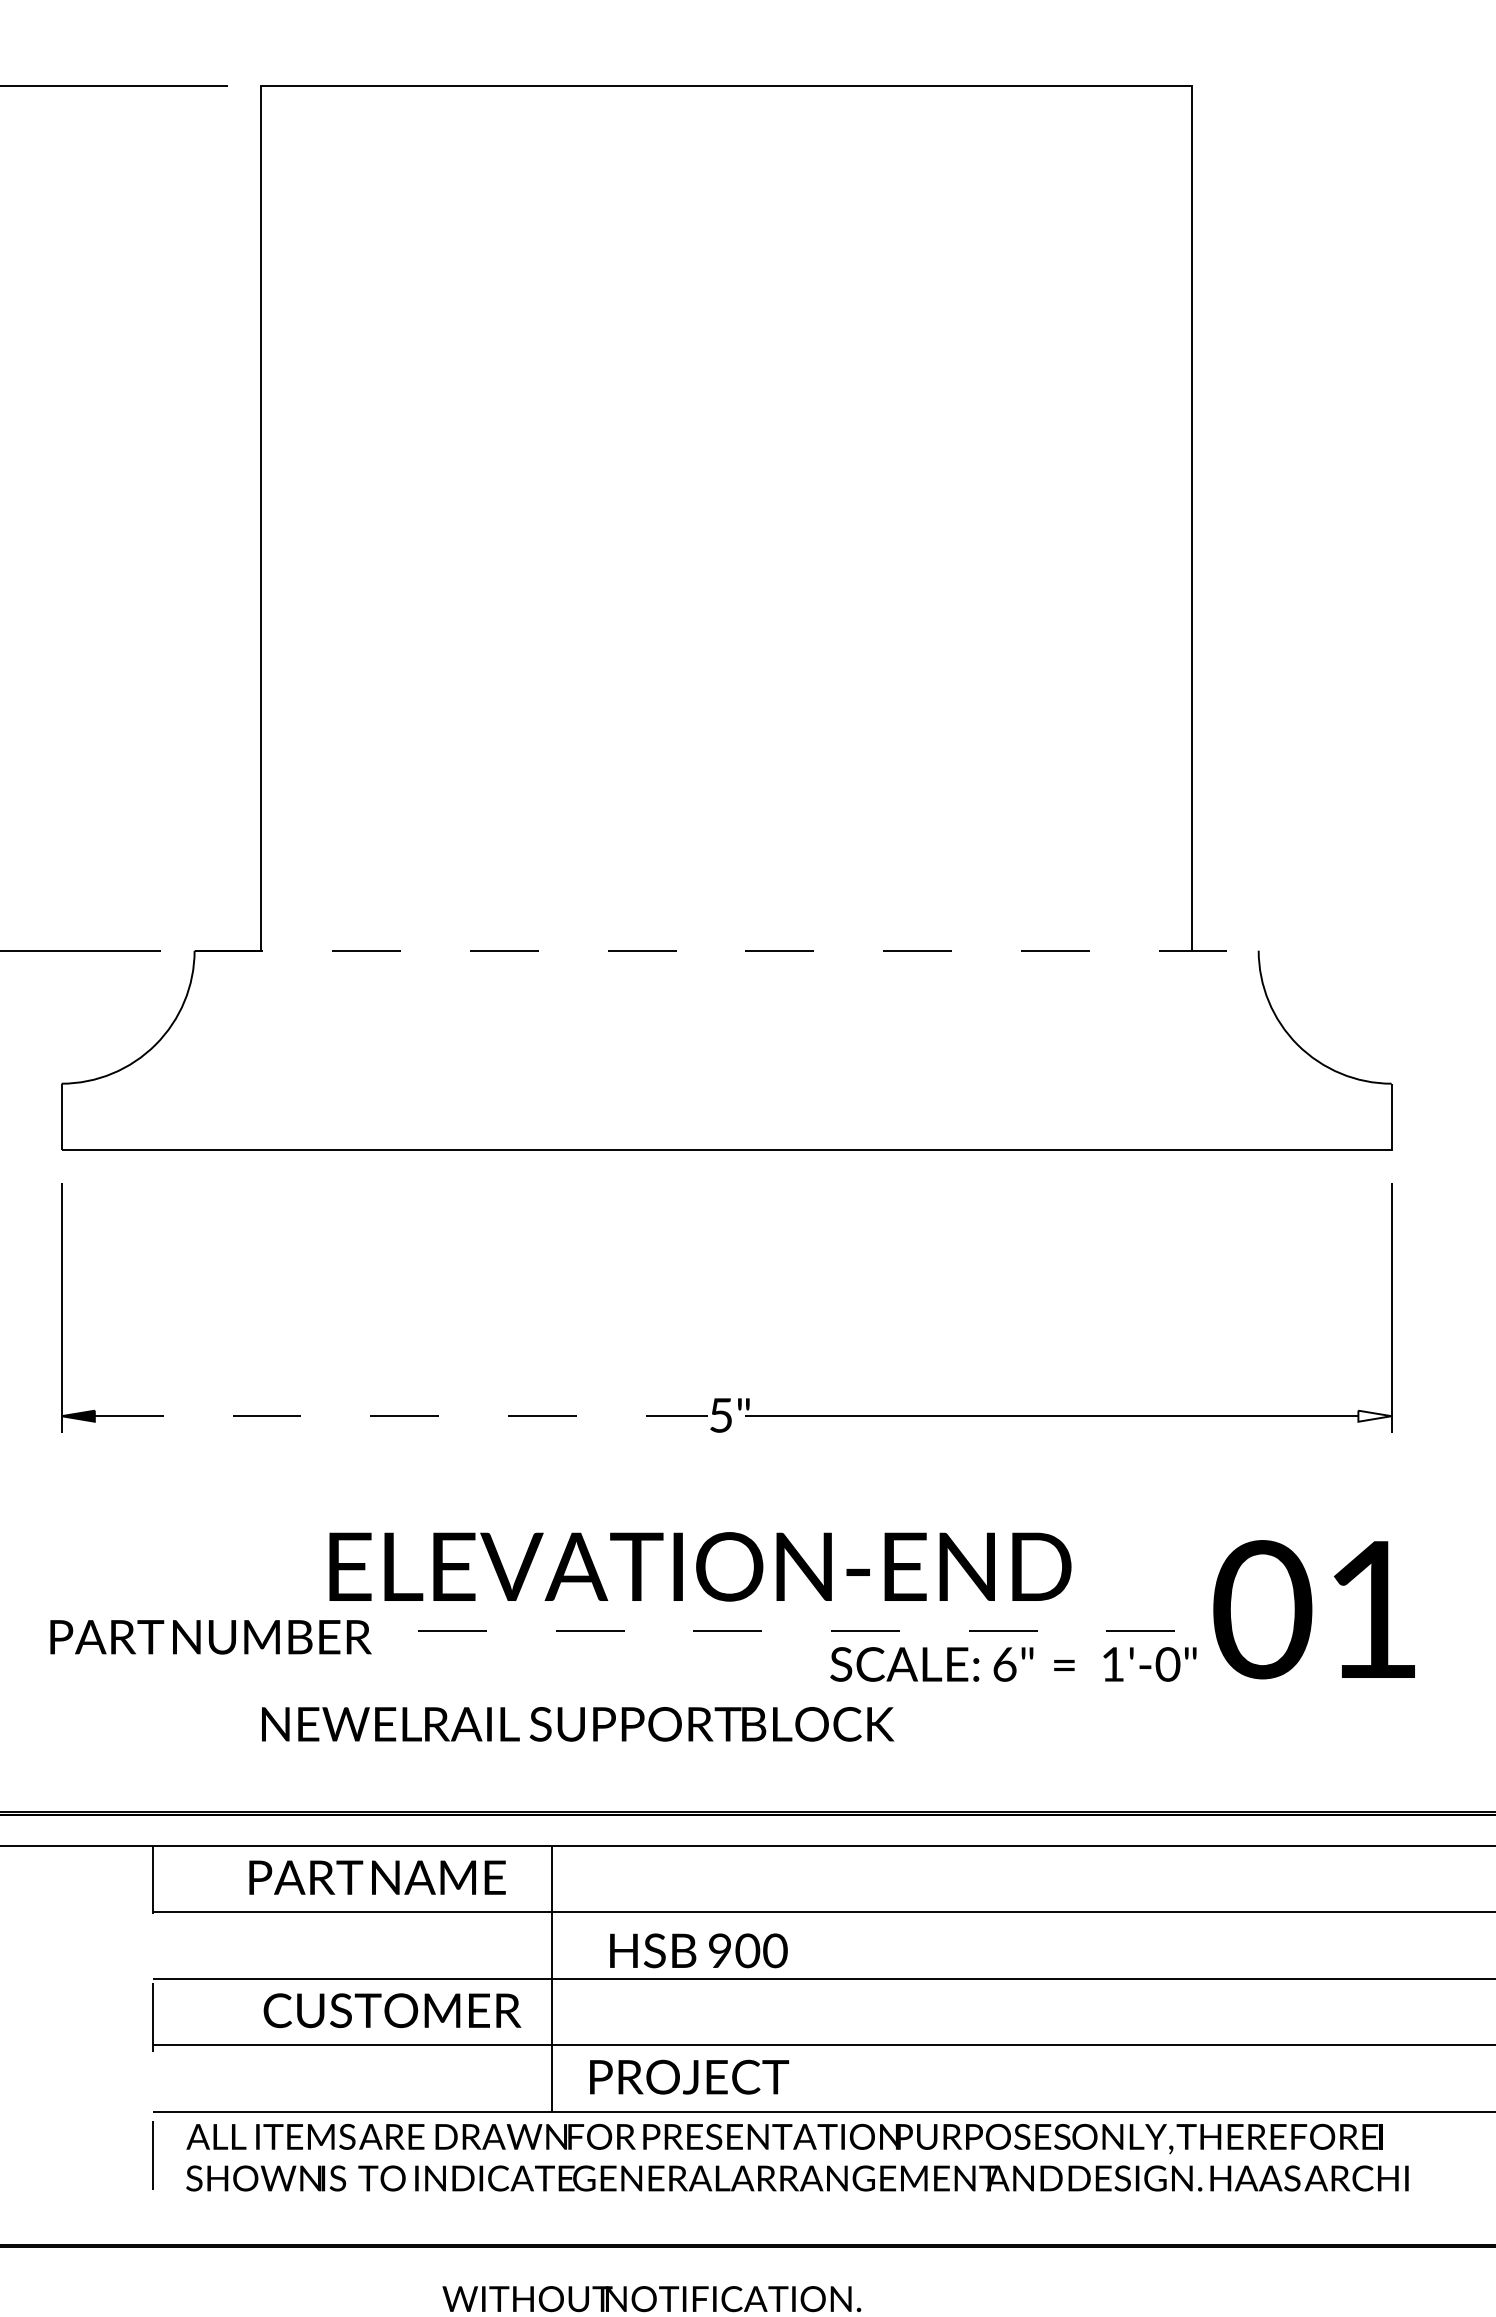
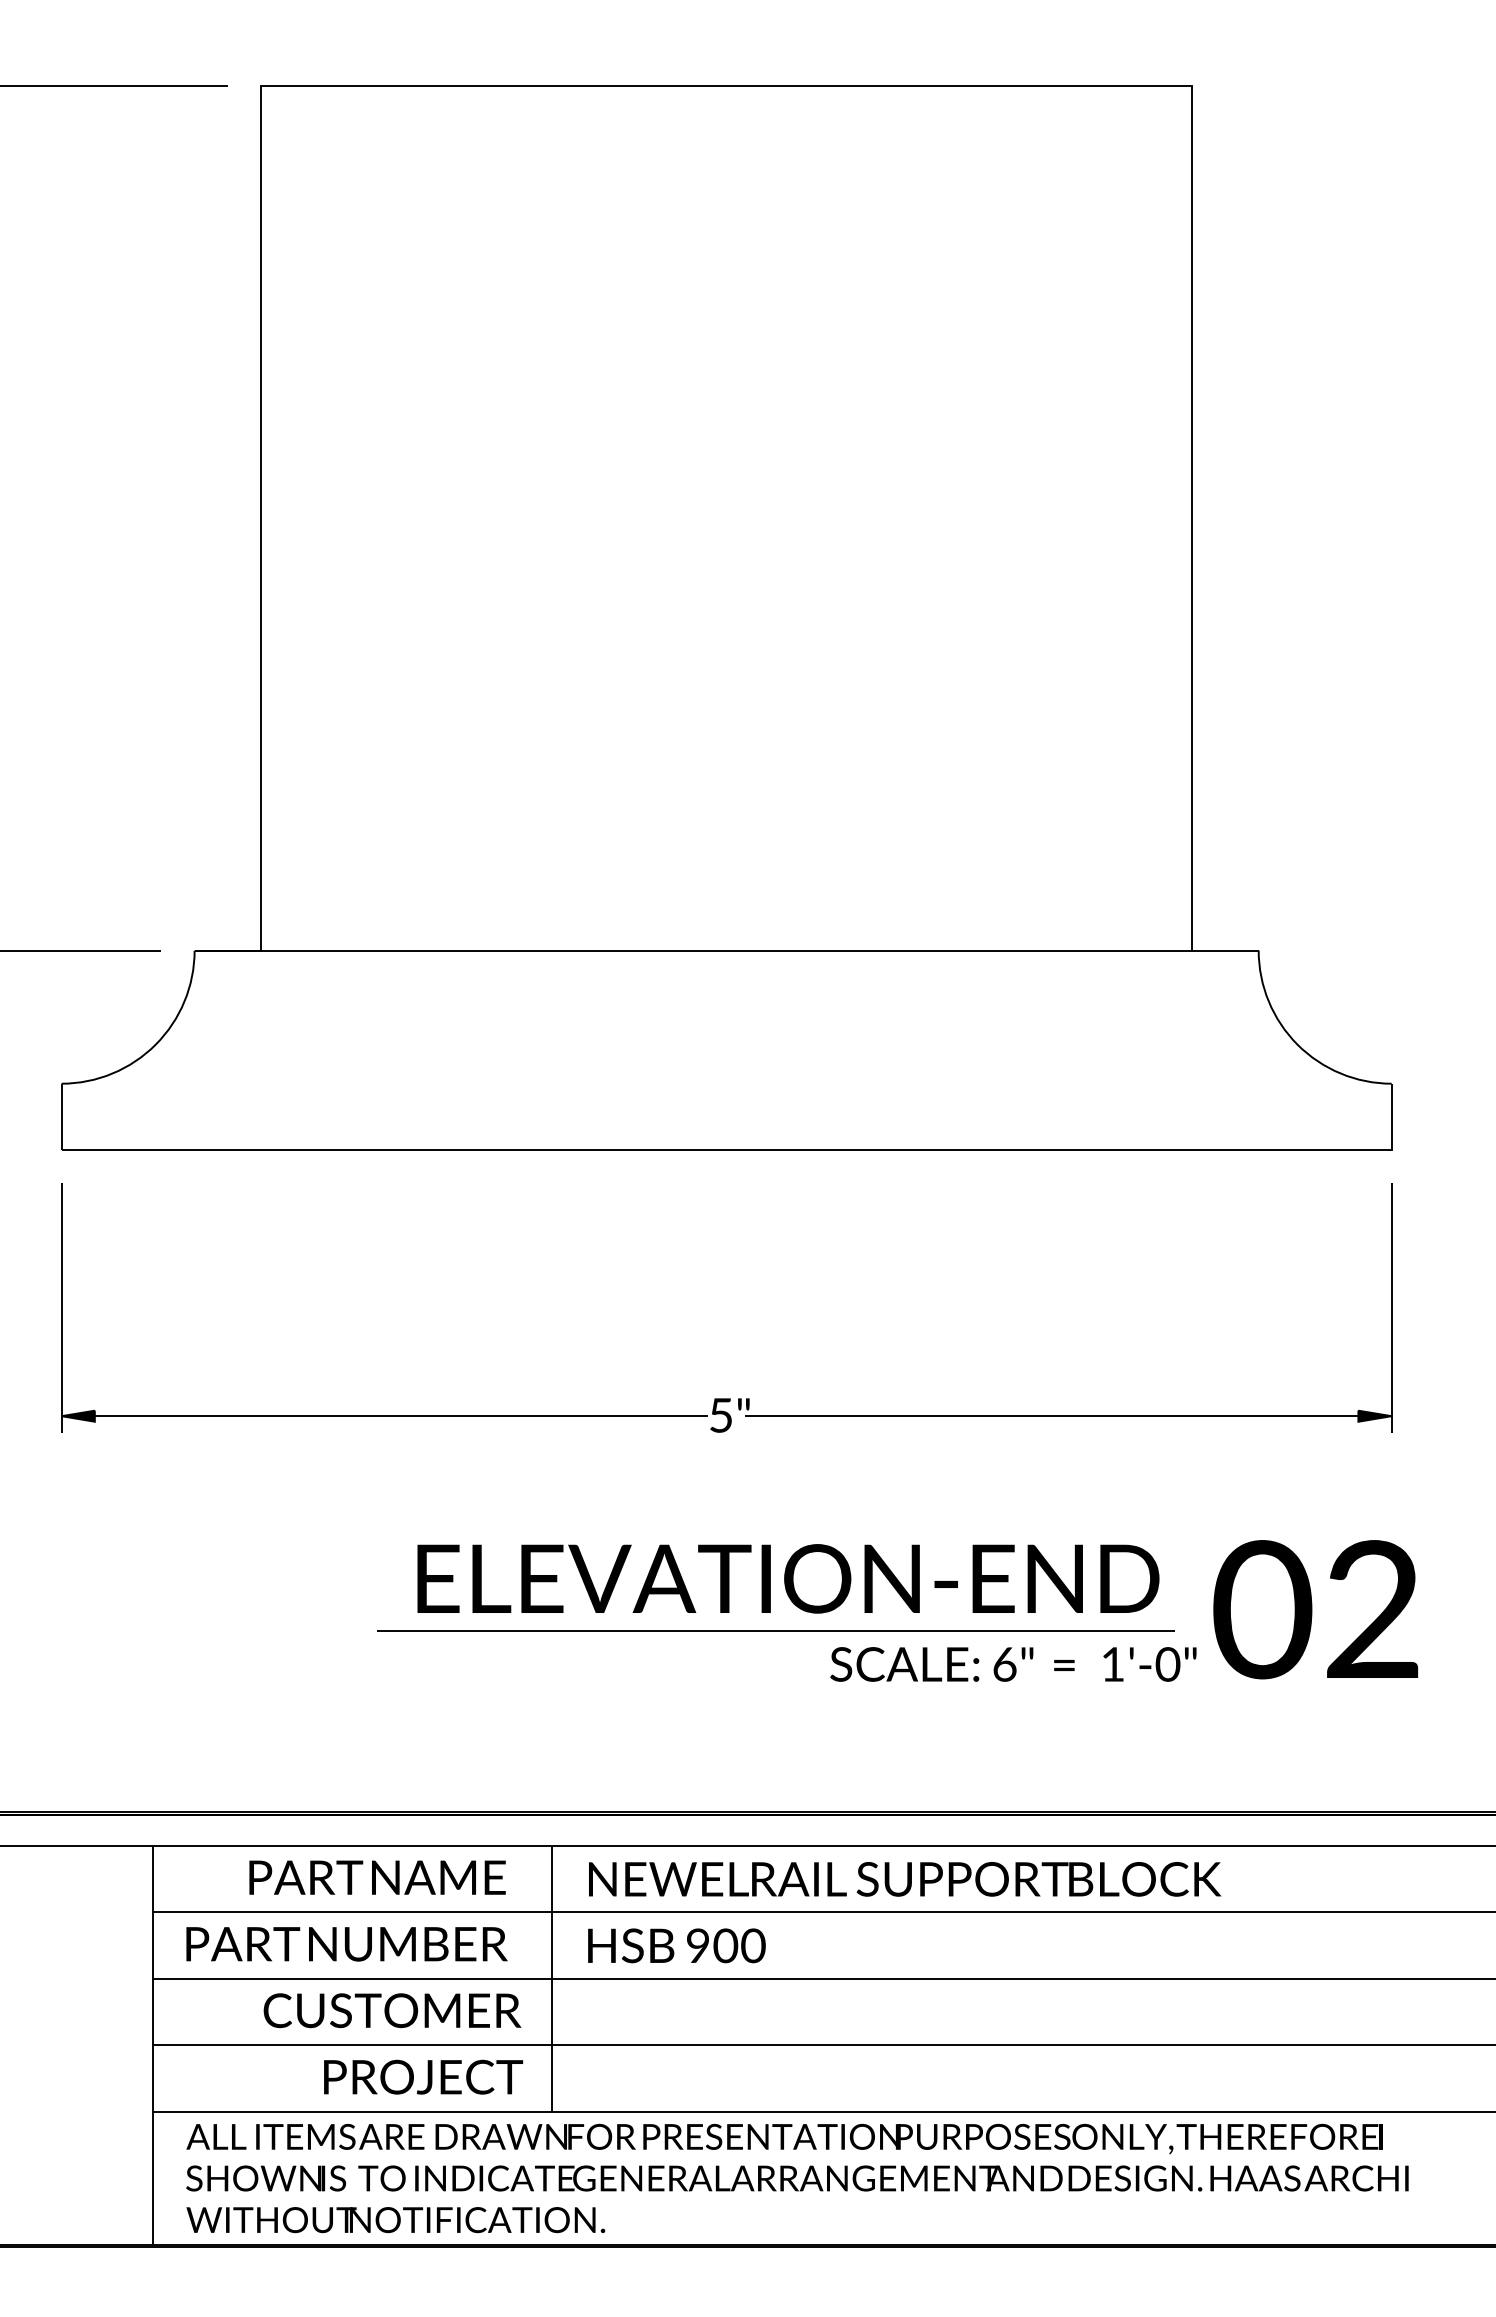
line at (727, 950): dashed -> solid
fill at (1374, 1415): none -> present
line at (401, 1416): dashed -> solid
text at (700, 1566) position: (700, 1566) -> (788, 1578)
text at (1372, 1608): 01 -> 02
line at (775, 1631): dashed -> solid
text at (210, 1637) position: (210, 1637) -> (346, 1944)
text at (578, 1724) position: (578, 1724) -> (905, 1879)
text at (698, 1950) position: (698, 1950) -> (676, 1945)
line at (152, 2045): dashed -> solid
text at (689, 2076) position: (689, 2076) -> (423, 2076)
text at (651, 2299) position: (651, 2299) -> (395, 2220)
